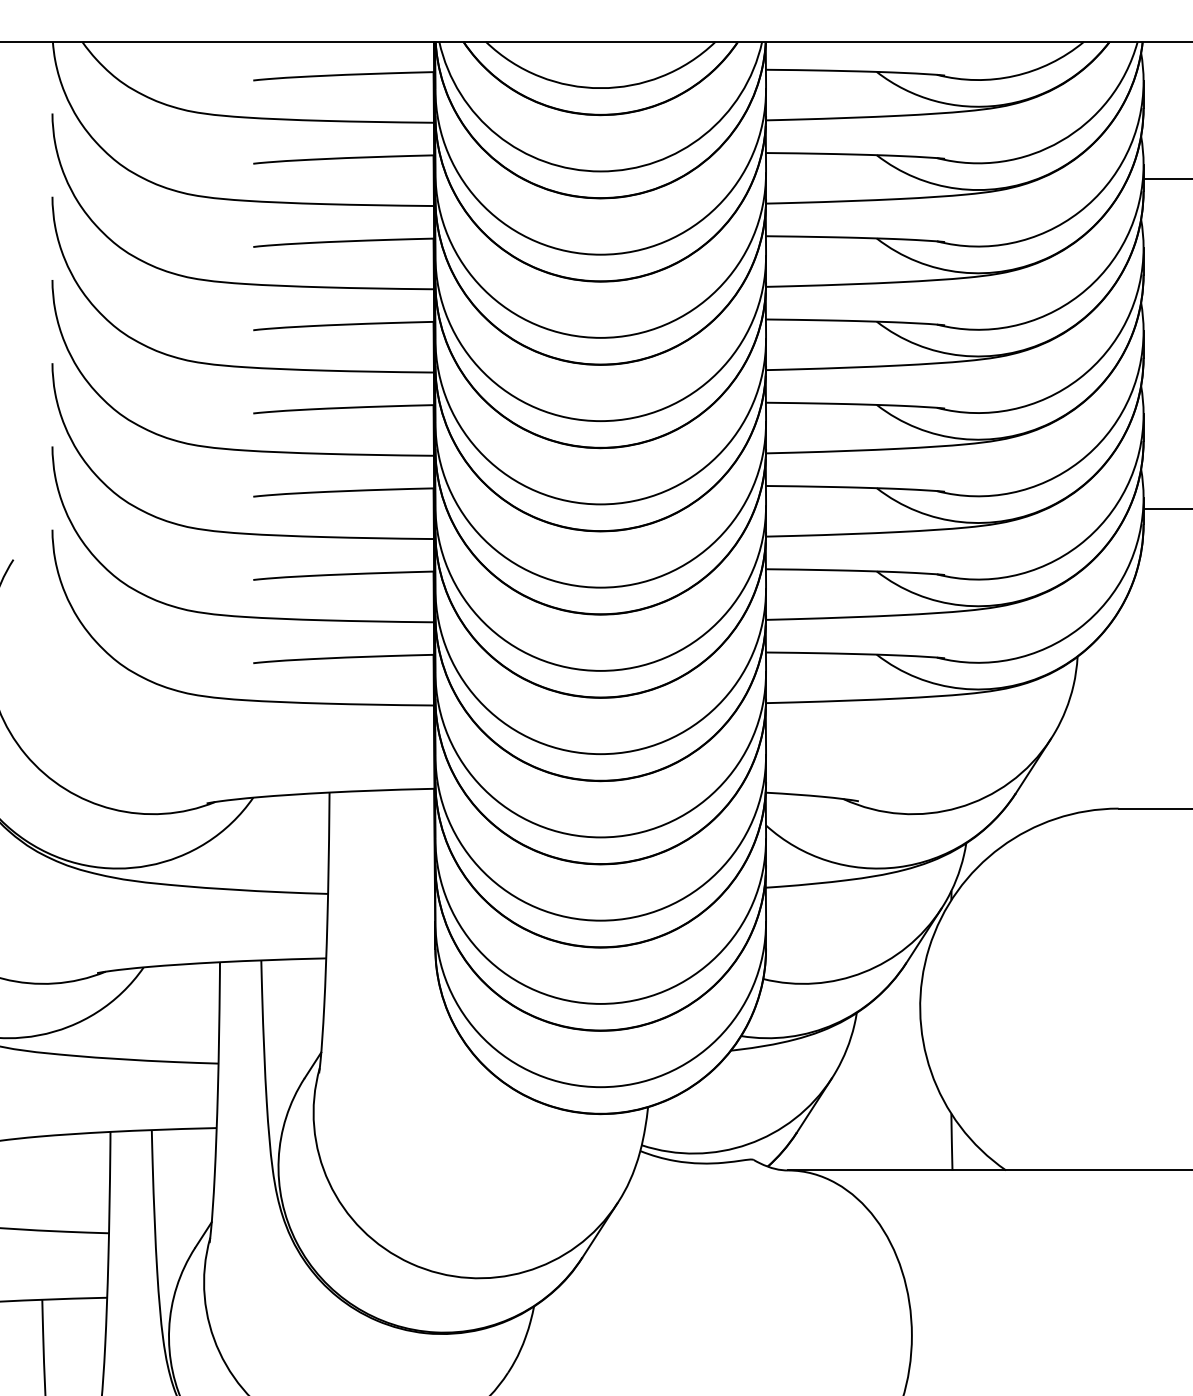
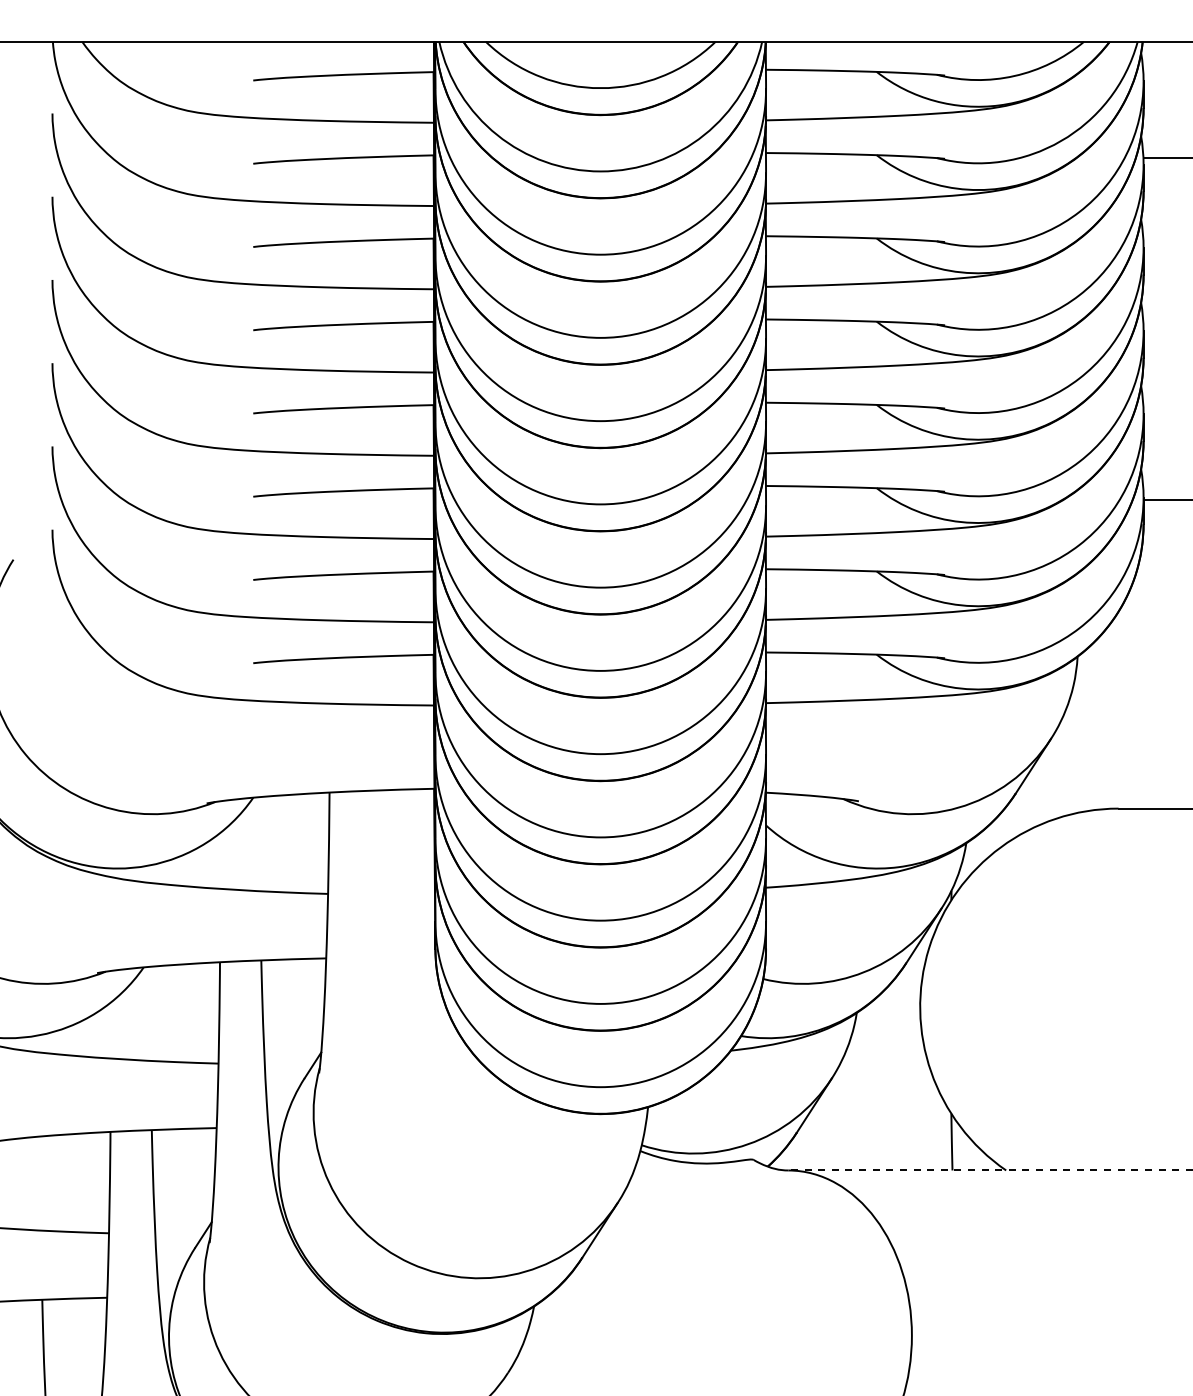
line at (1166, 178) position: (1166, 178) -> (1166, 157)
line at (1166, 509) position: (1166, 509) -> (1166, 500)
line at (990, 1170): solid -> dashed
